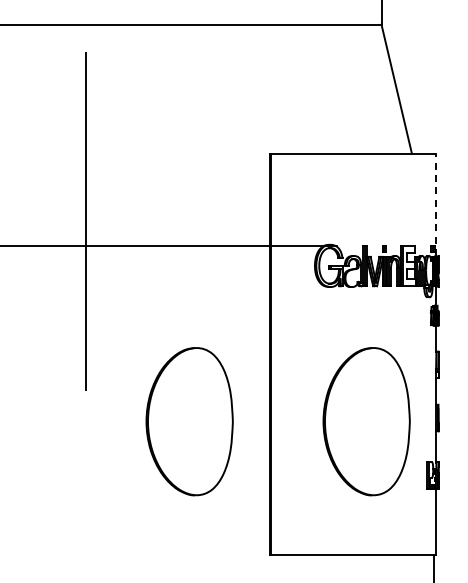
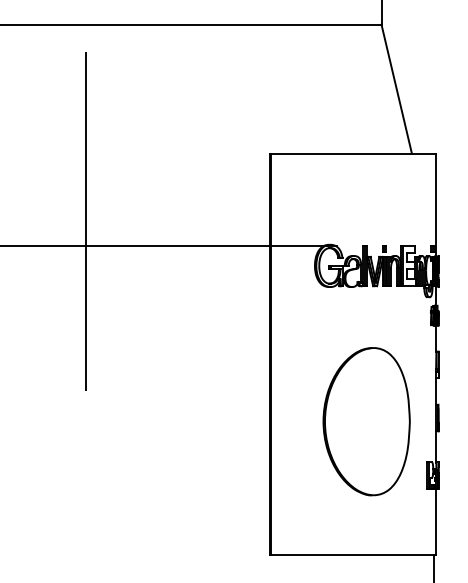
line at (436, 204): dashed -> solid
part at (189, 421): present -> none
